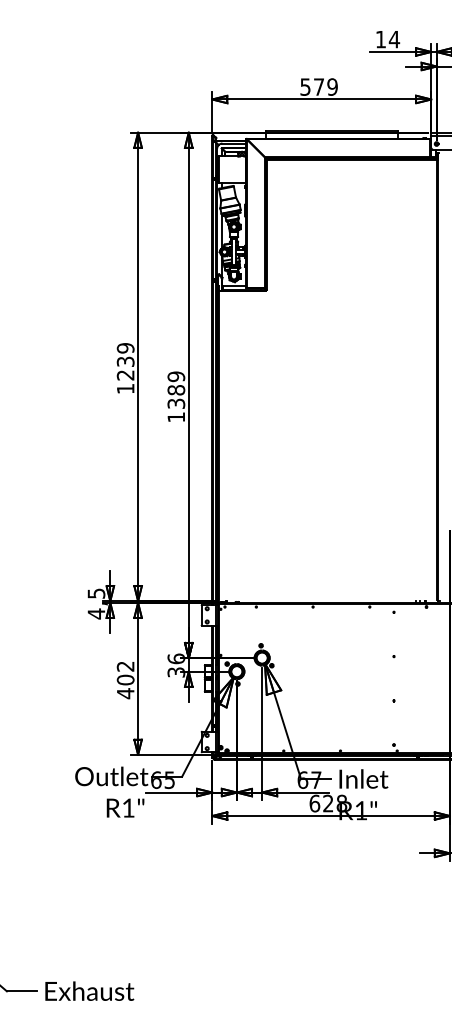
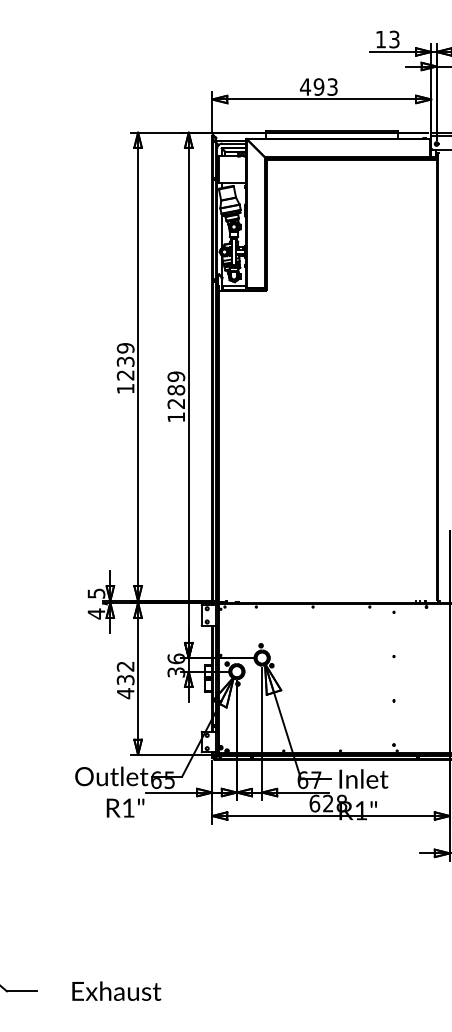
text at (394, 39): 14 -> 13
text at (318, 86): 579 -> 493
text at (176, 403): 1389 -> 1289
text at (125, 679): 402 -> 432
text at (89, 990) position: (89, 990) -> (116, 990)
